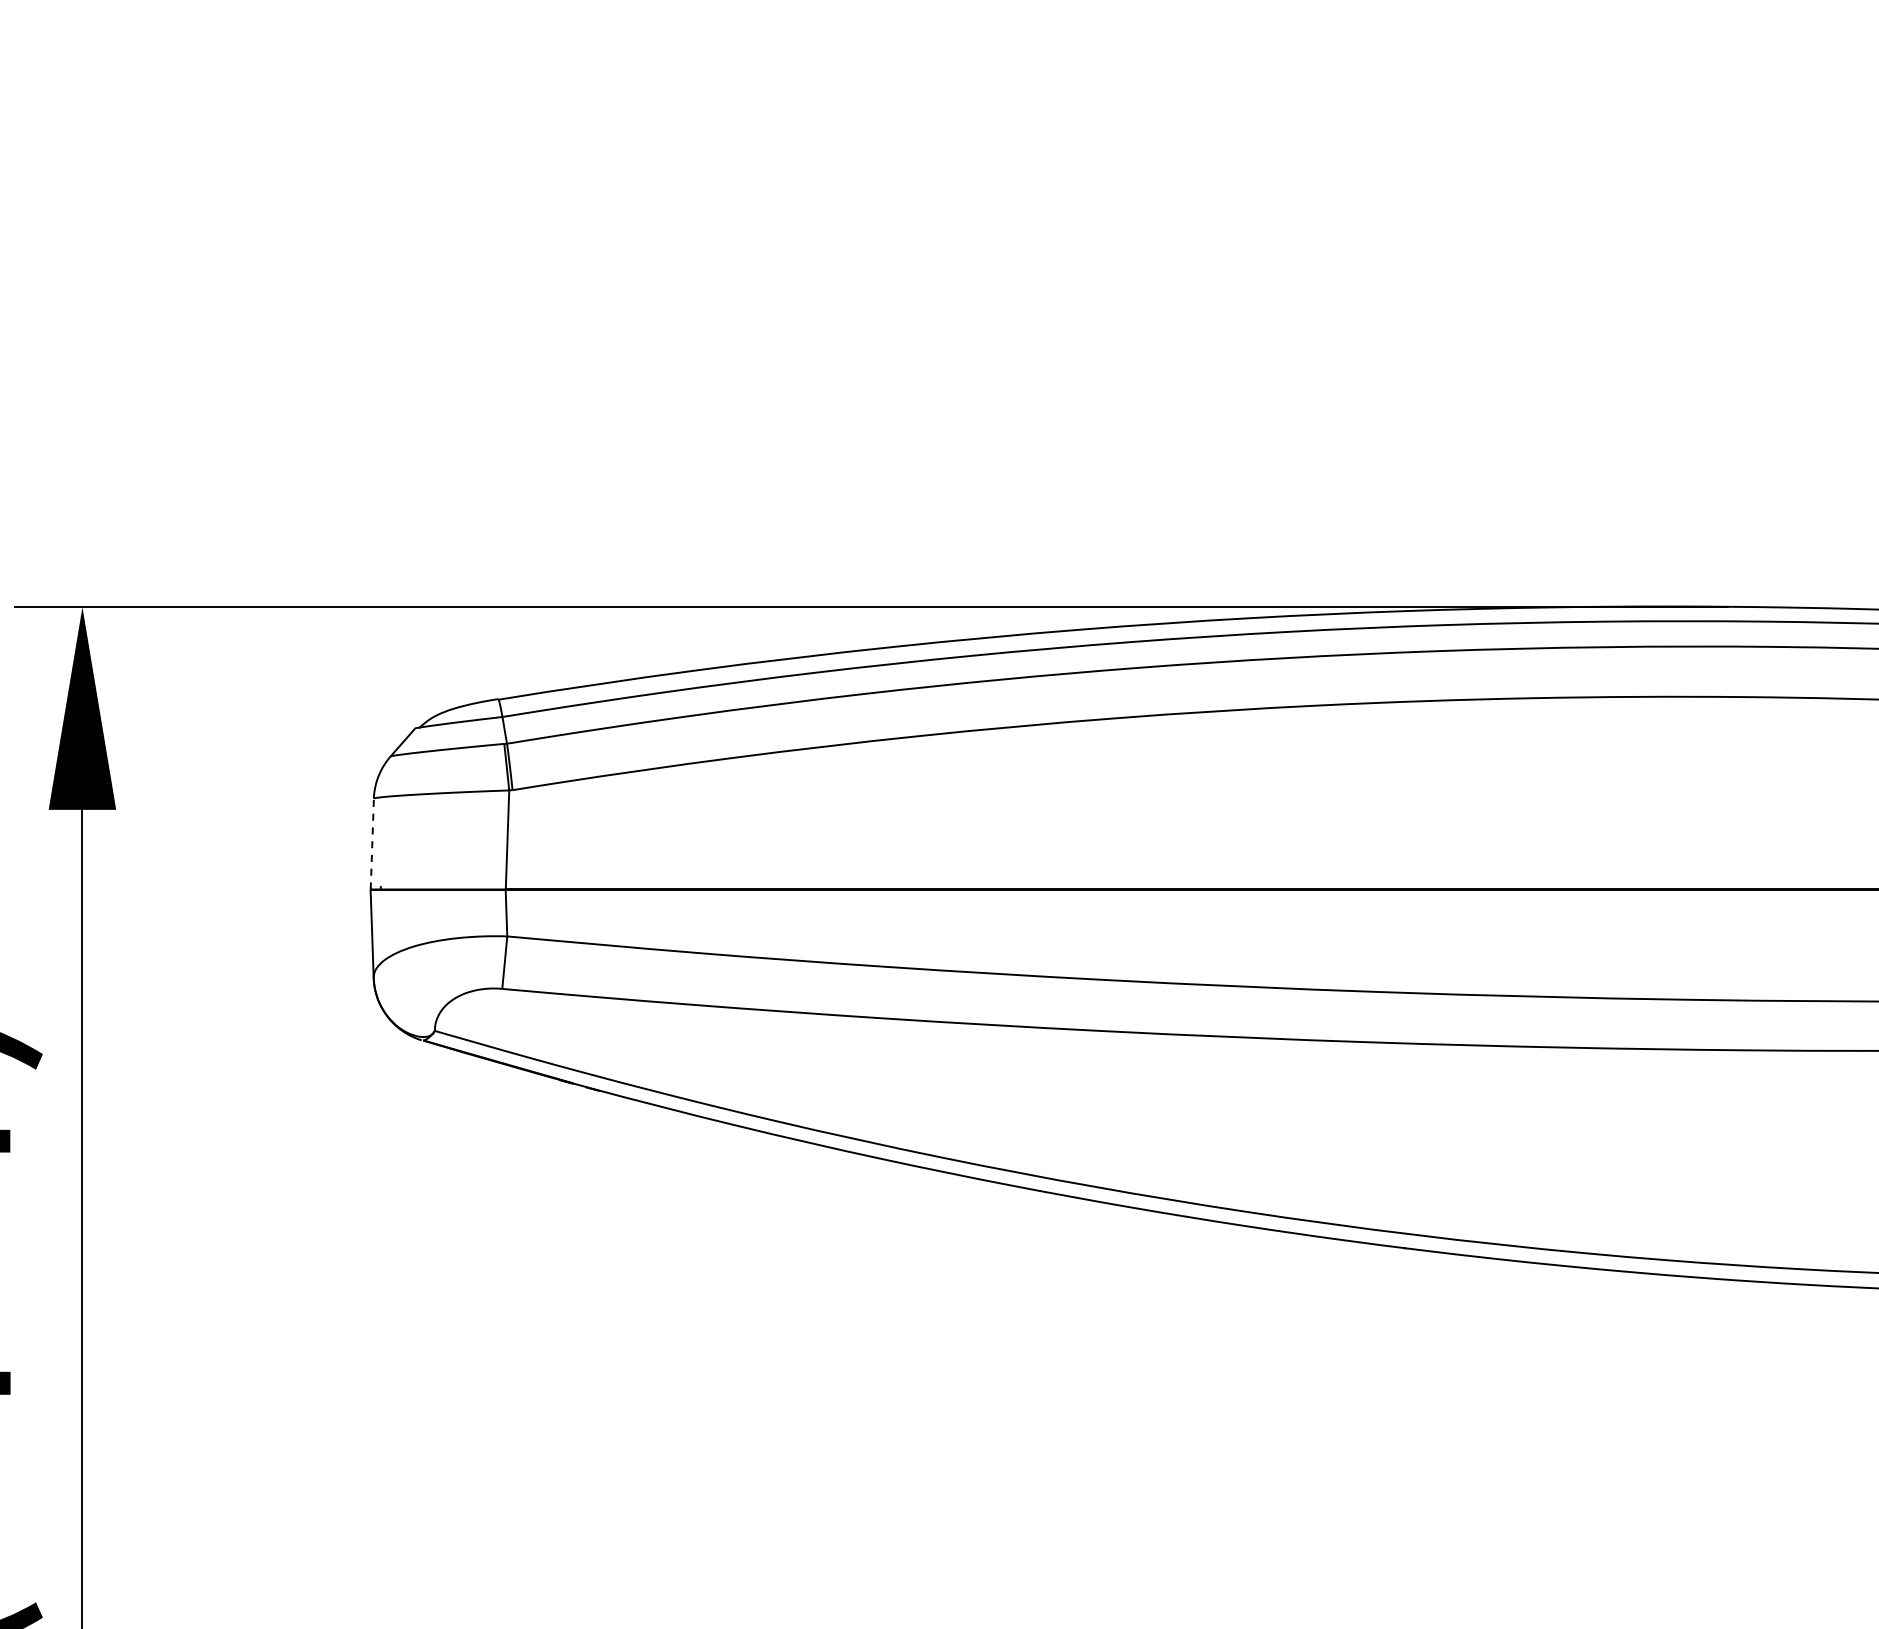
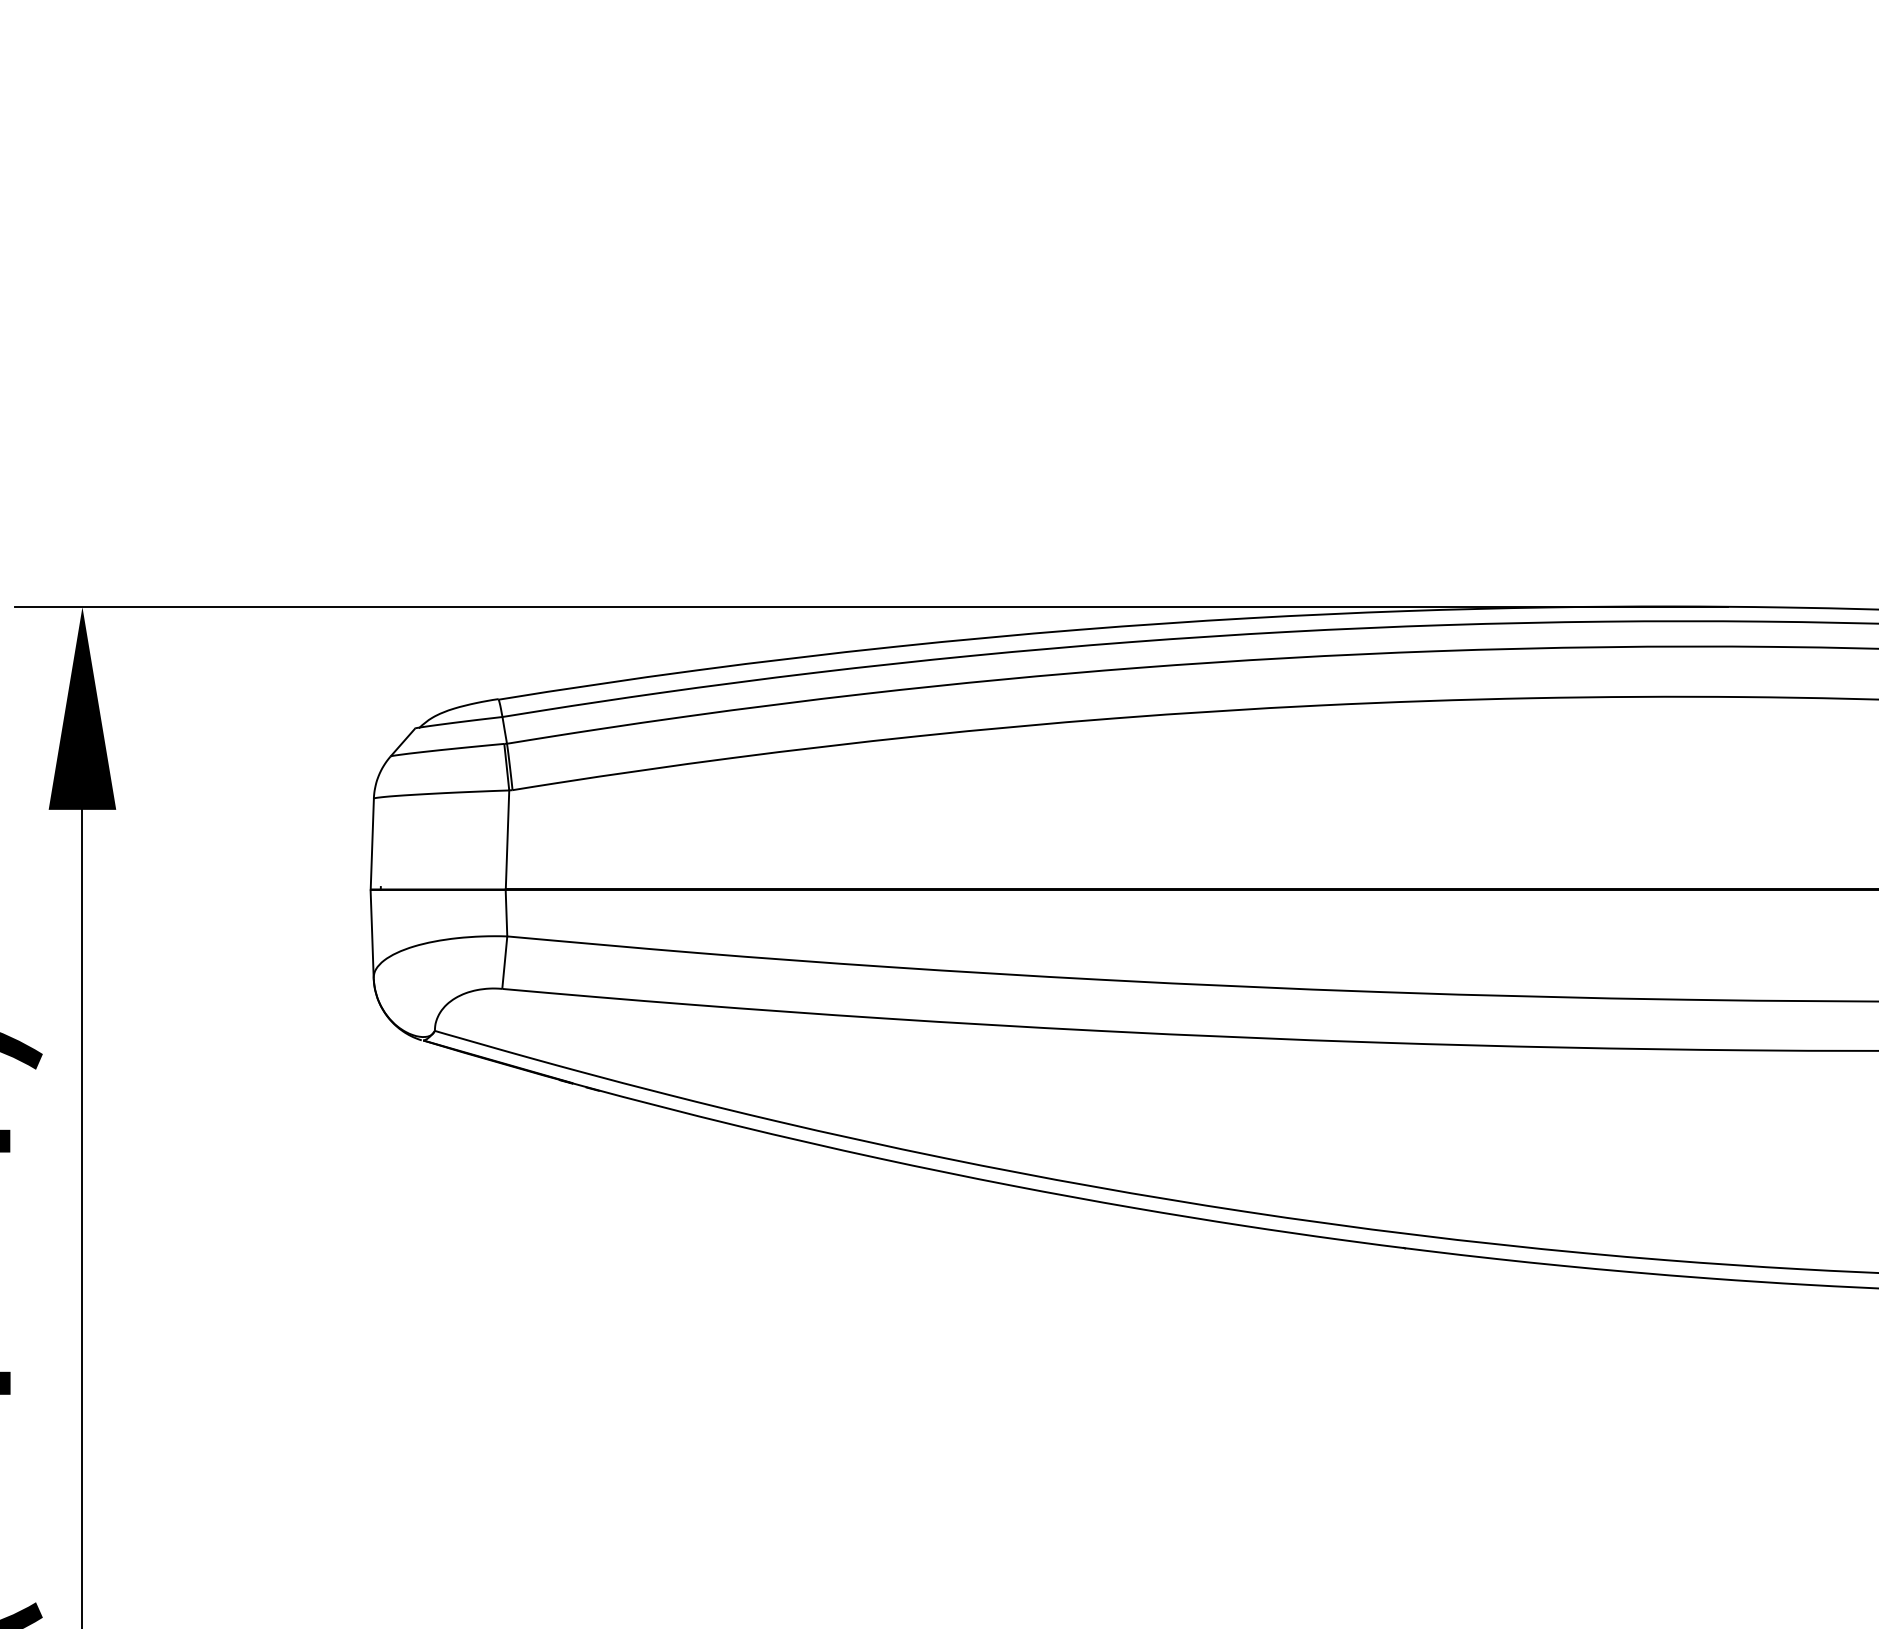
line at (372, 843): dashed -> solid
